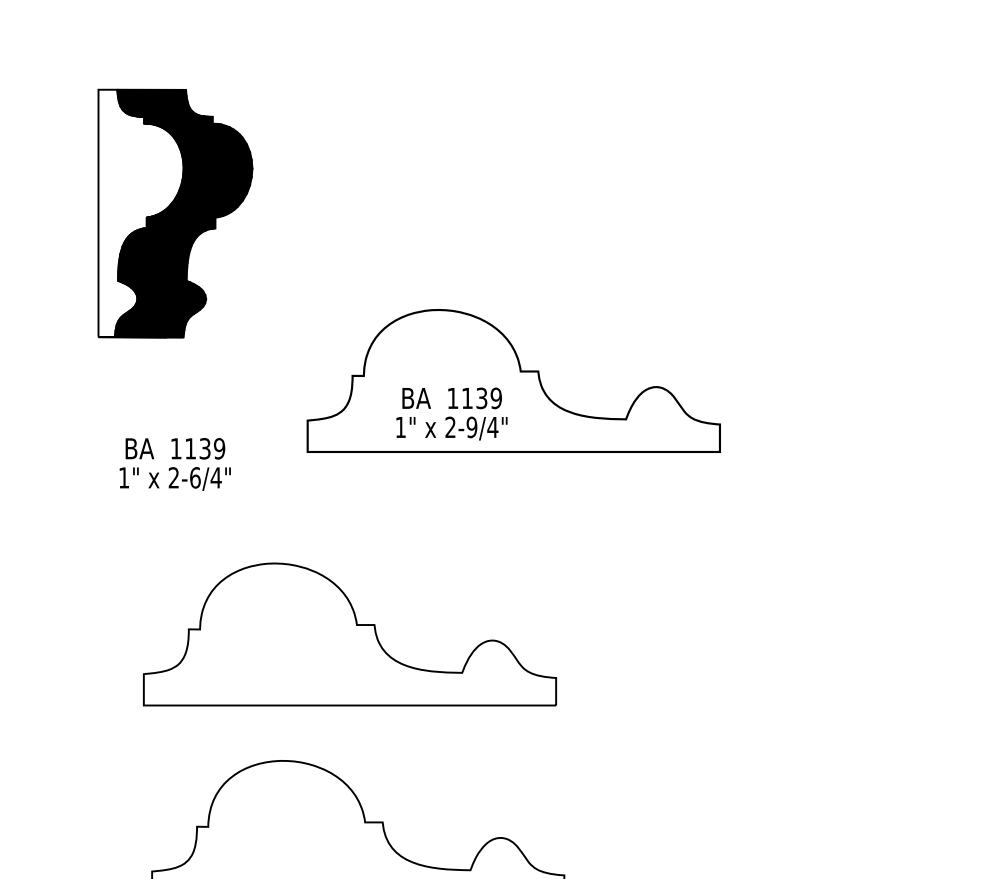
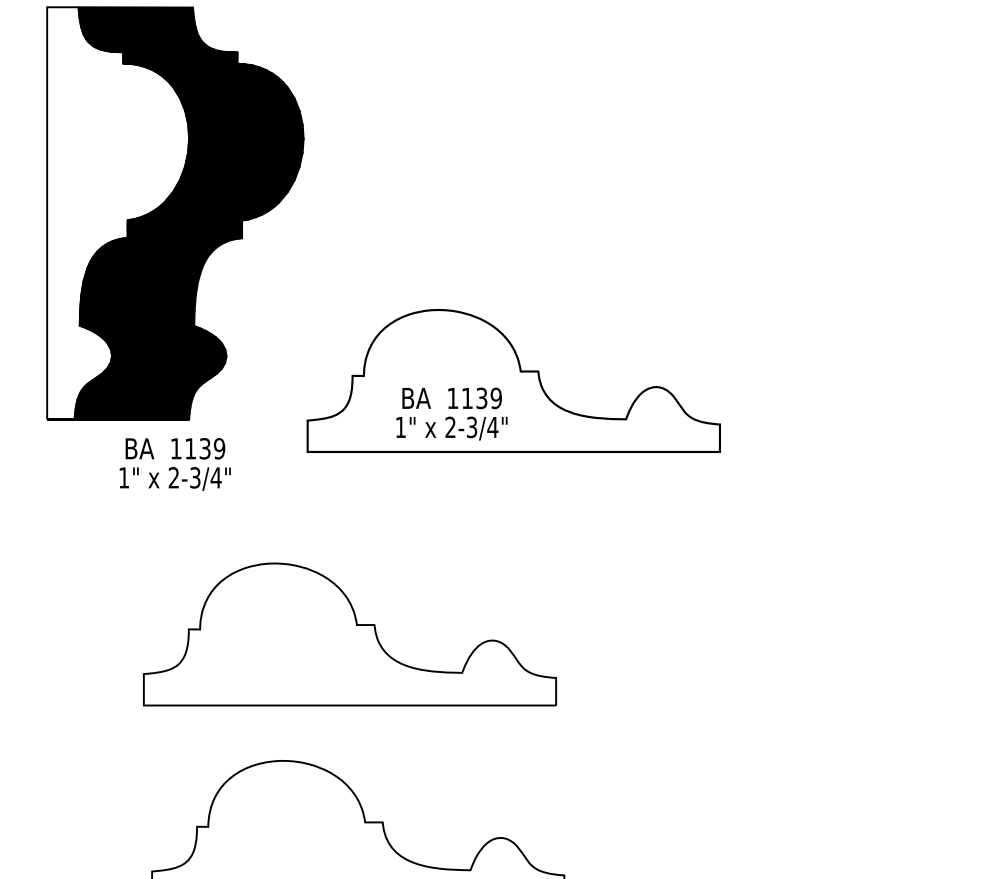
part at (175, 213) size: 157x251 px -> 259x415 px
text at (471, 427): 2-9/4" -> 2-3/4"
text at (195, 477): 2-6/4" -> 2-3/4"
